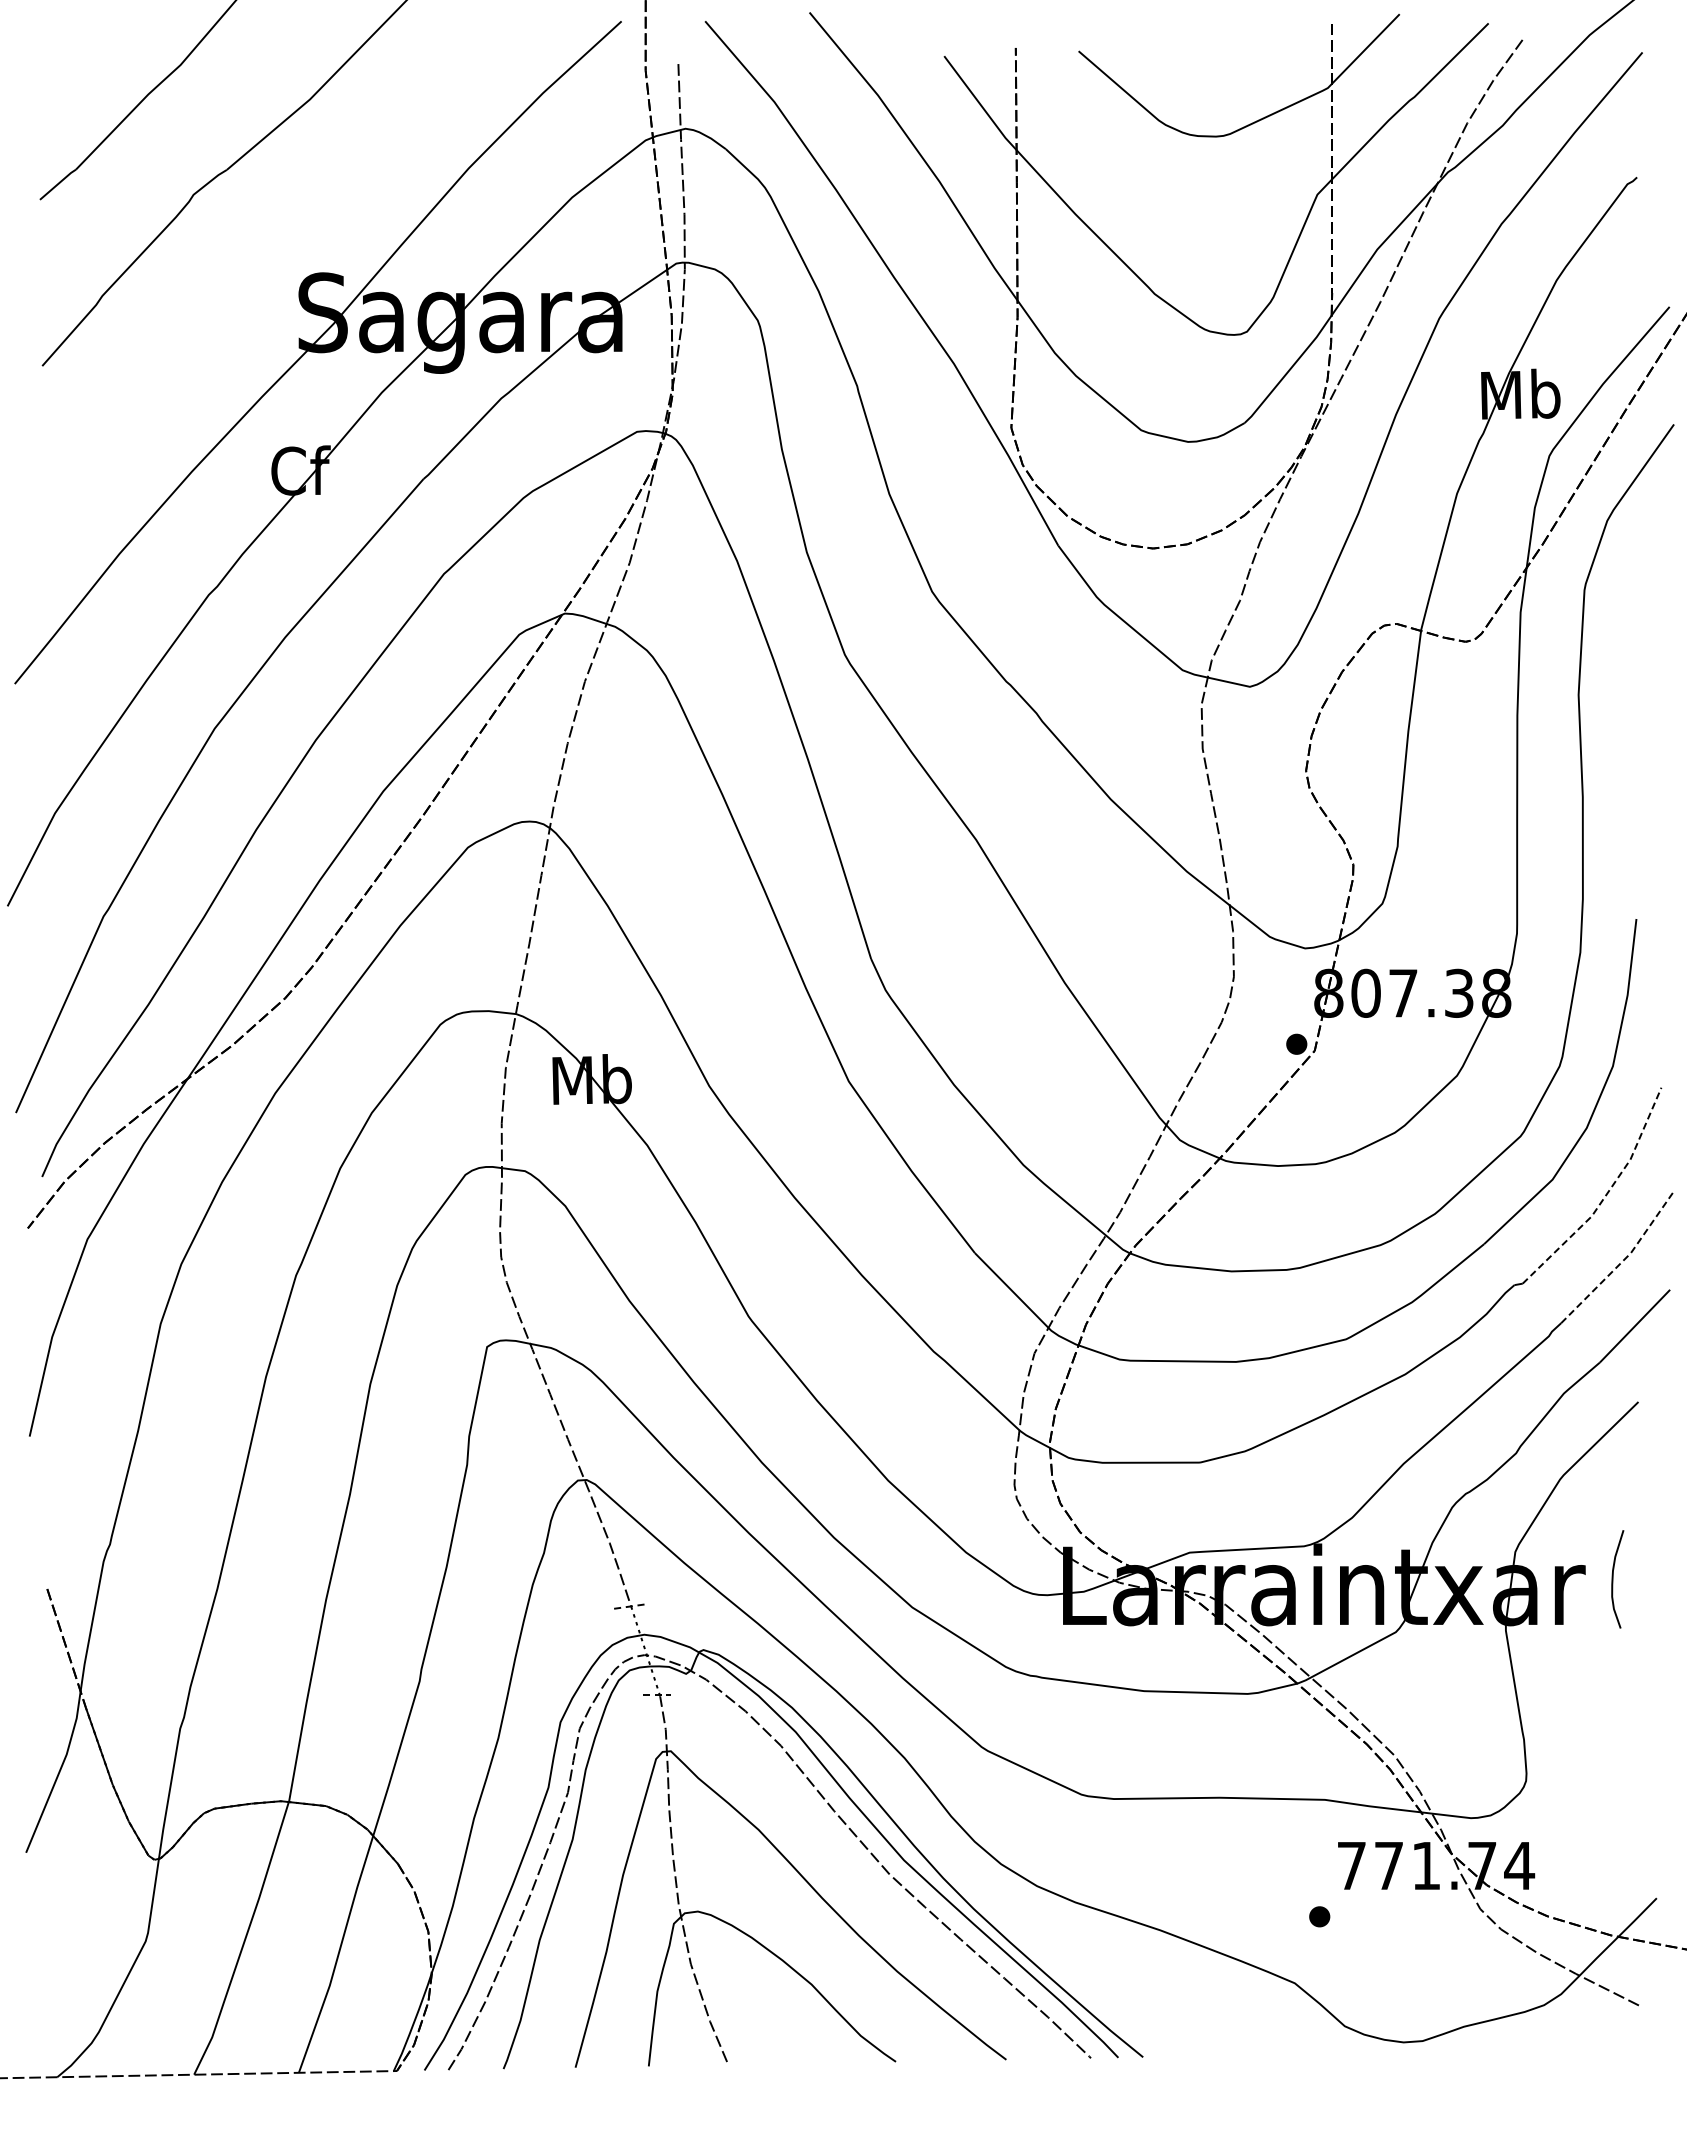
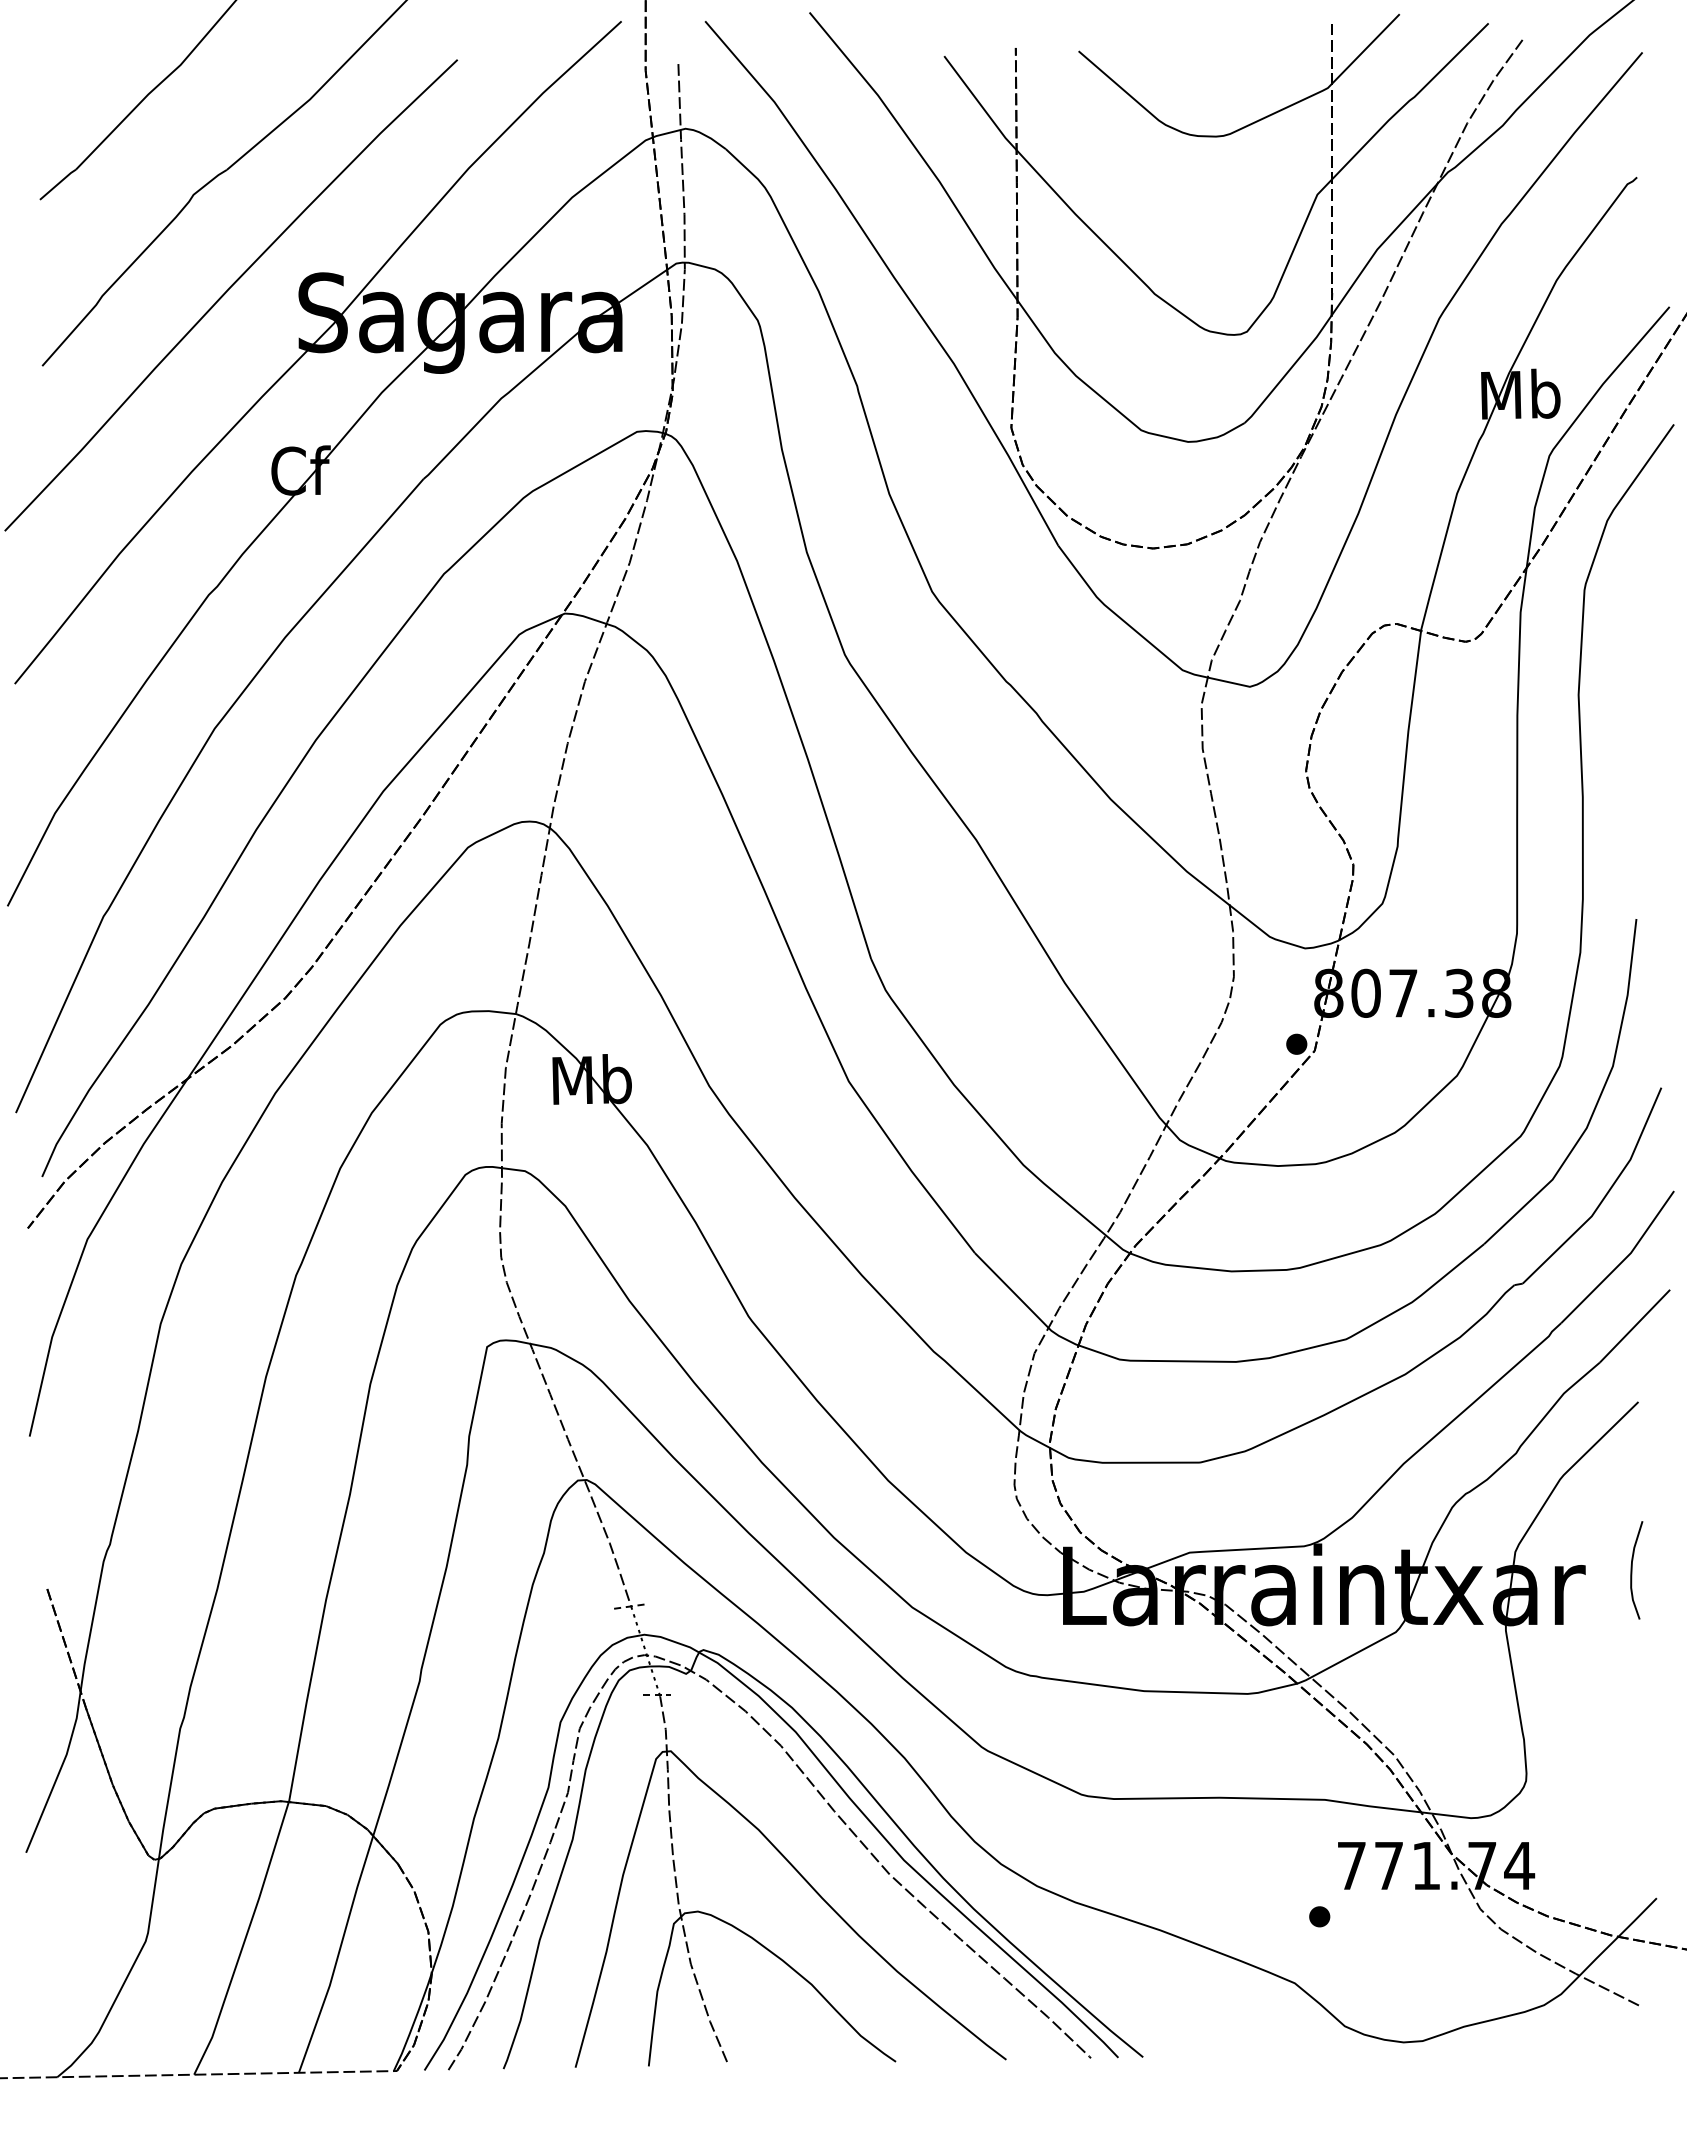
curve at (226, 293): none -> present
line at (1606, 1194): dashed -> solid
line at (1623, 1260): dashed -> solid
curve at (1613, 1579) position: (1613, 1579) -> (1632, 1570)
